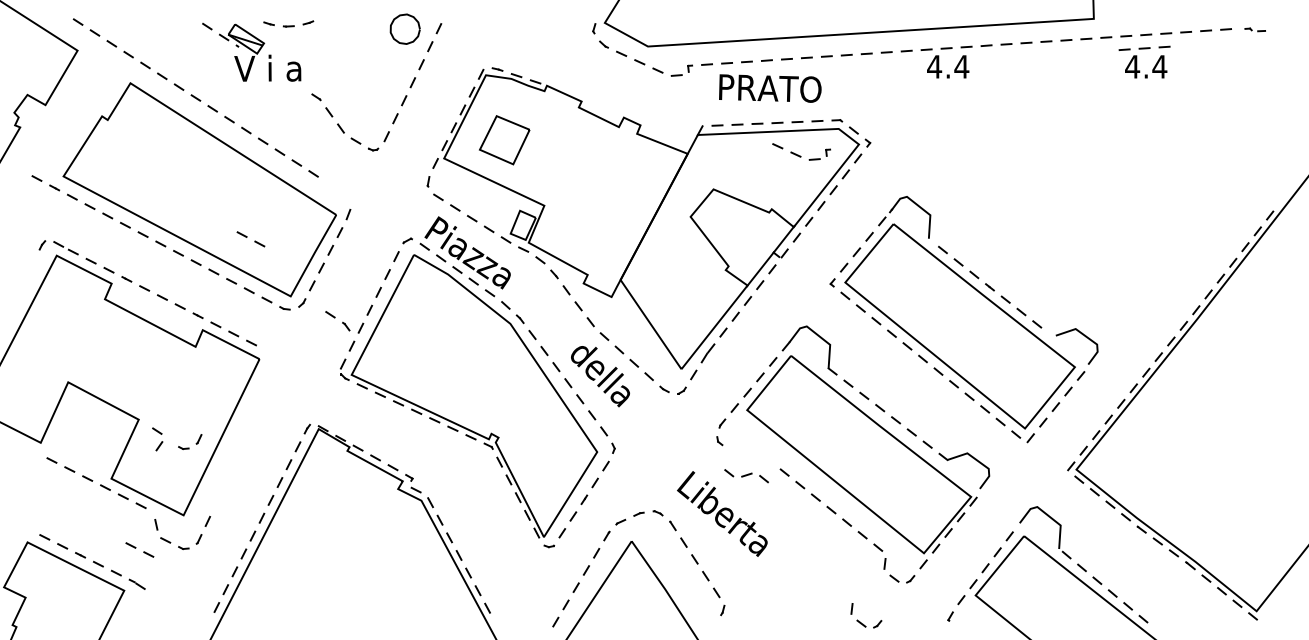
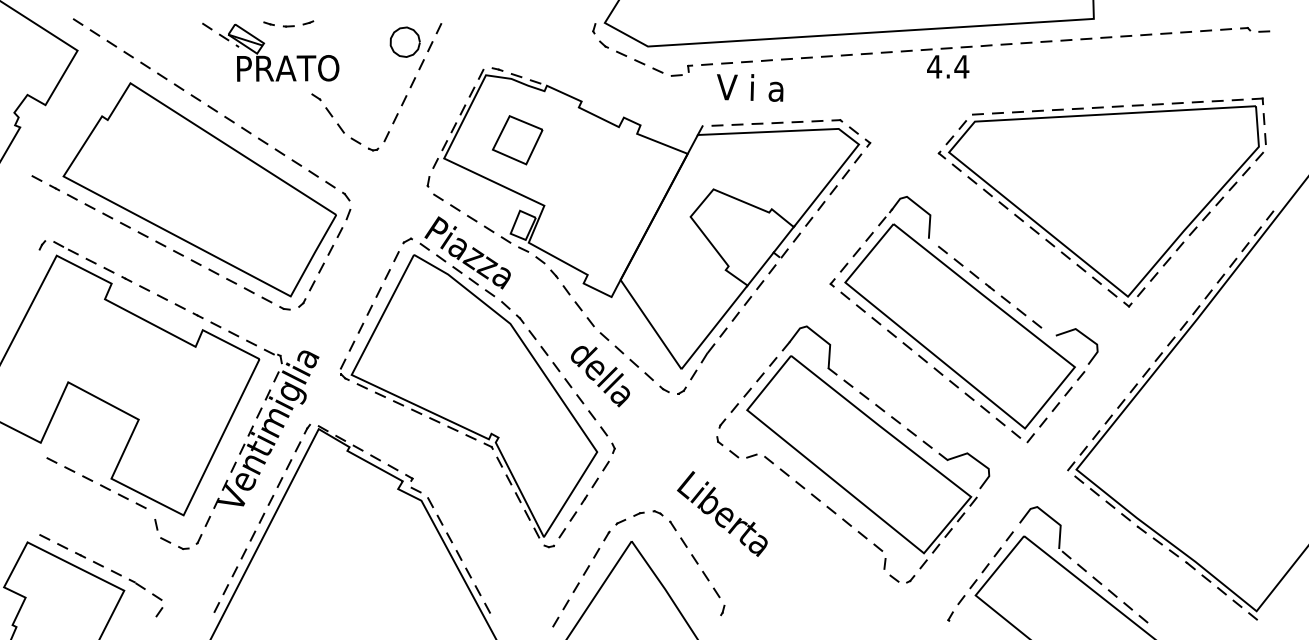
curve at (397, 18) position: (397, 18) -> (397, 31)
part at (1254, 29) size: 22x6 px -> 31x6 px
part at (1137, 61): present -> none
text at (286, 67): V i a -> PRATO
text at (769, 88): PRATO -> V i a
part at (504, 140) position: (504, 140) -> (517, 140)
part at (801, 151): present -> none
part at (1101, 202): none -> present
part at (250, 239): present -> none
part at (337, 321) position: (337, 321) -> (337, 191)
part at (266, 428): none -> present
part at (157, 439) position: (157, 439) -> (157, 605)
part at (190, 442): present -> none
part at (746, 476) position: (746, 476) -> (751, 457)
line at (136, 548): present -> none
part at (860, 621): present -> none
